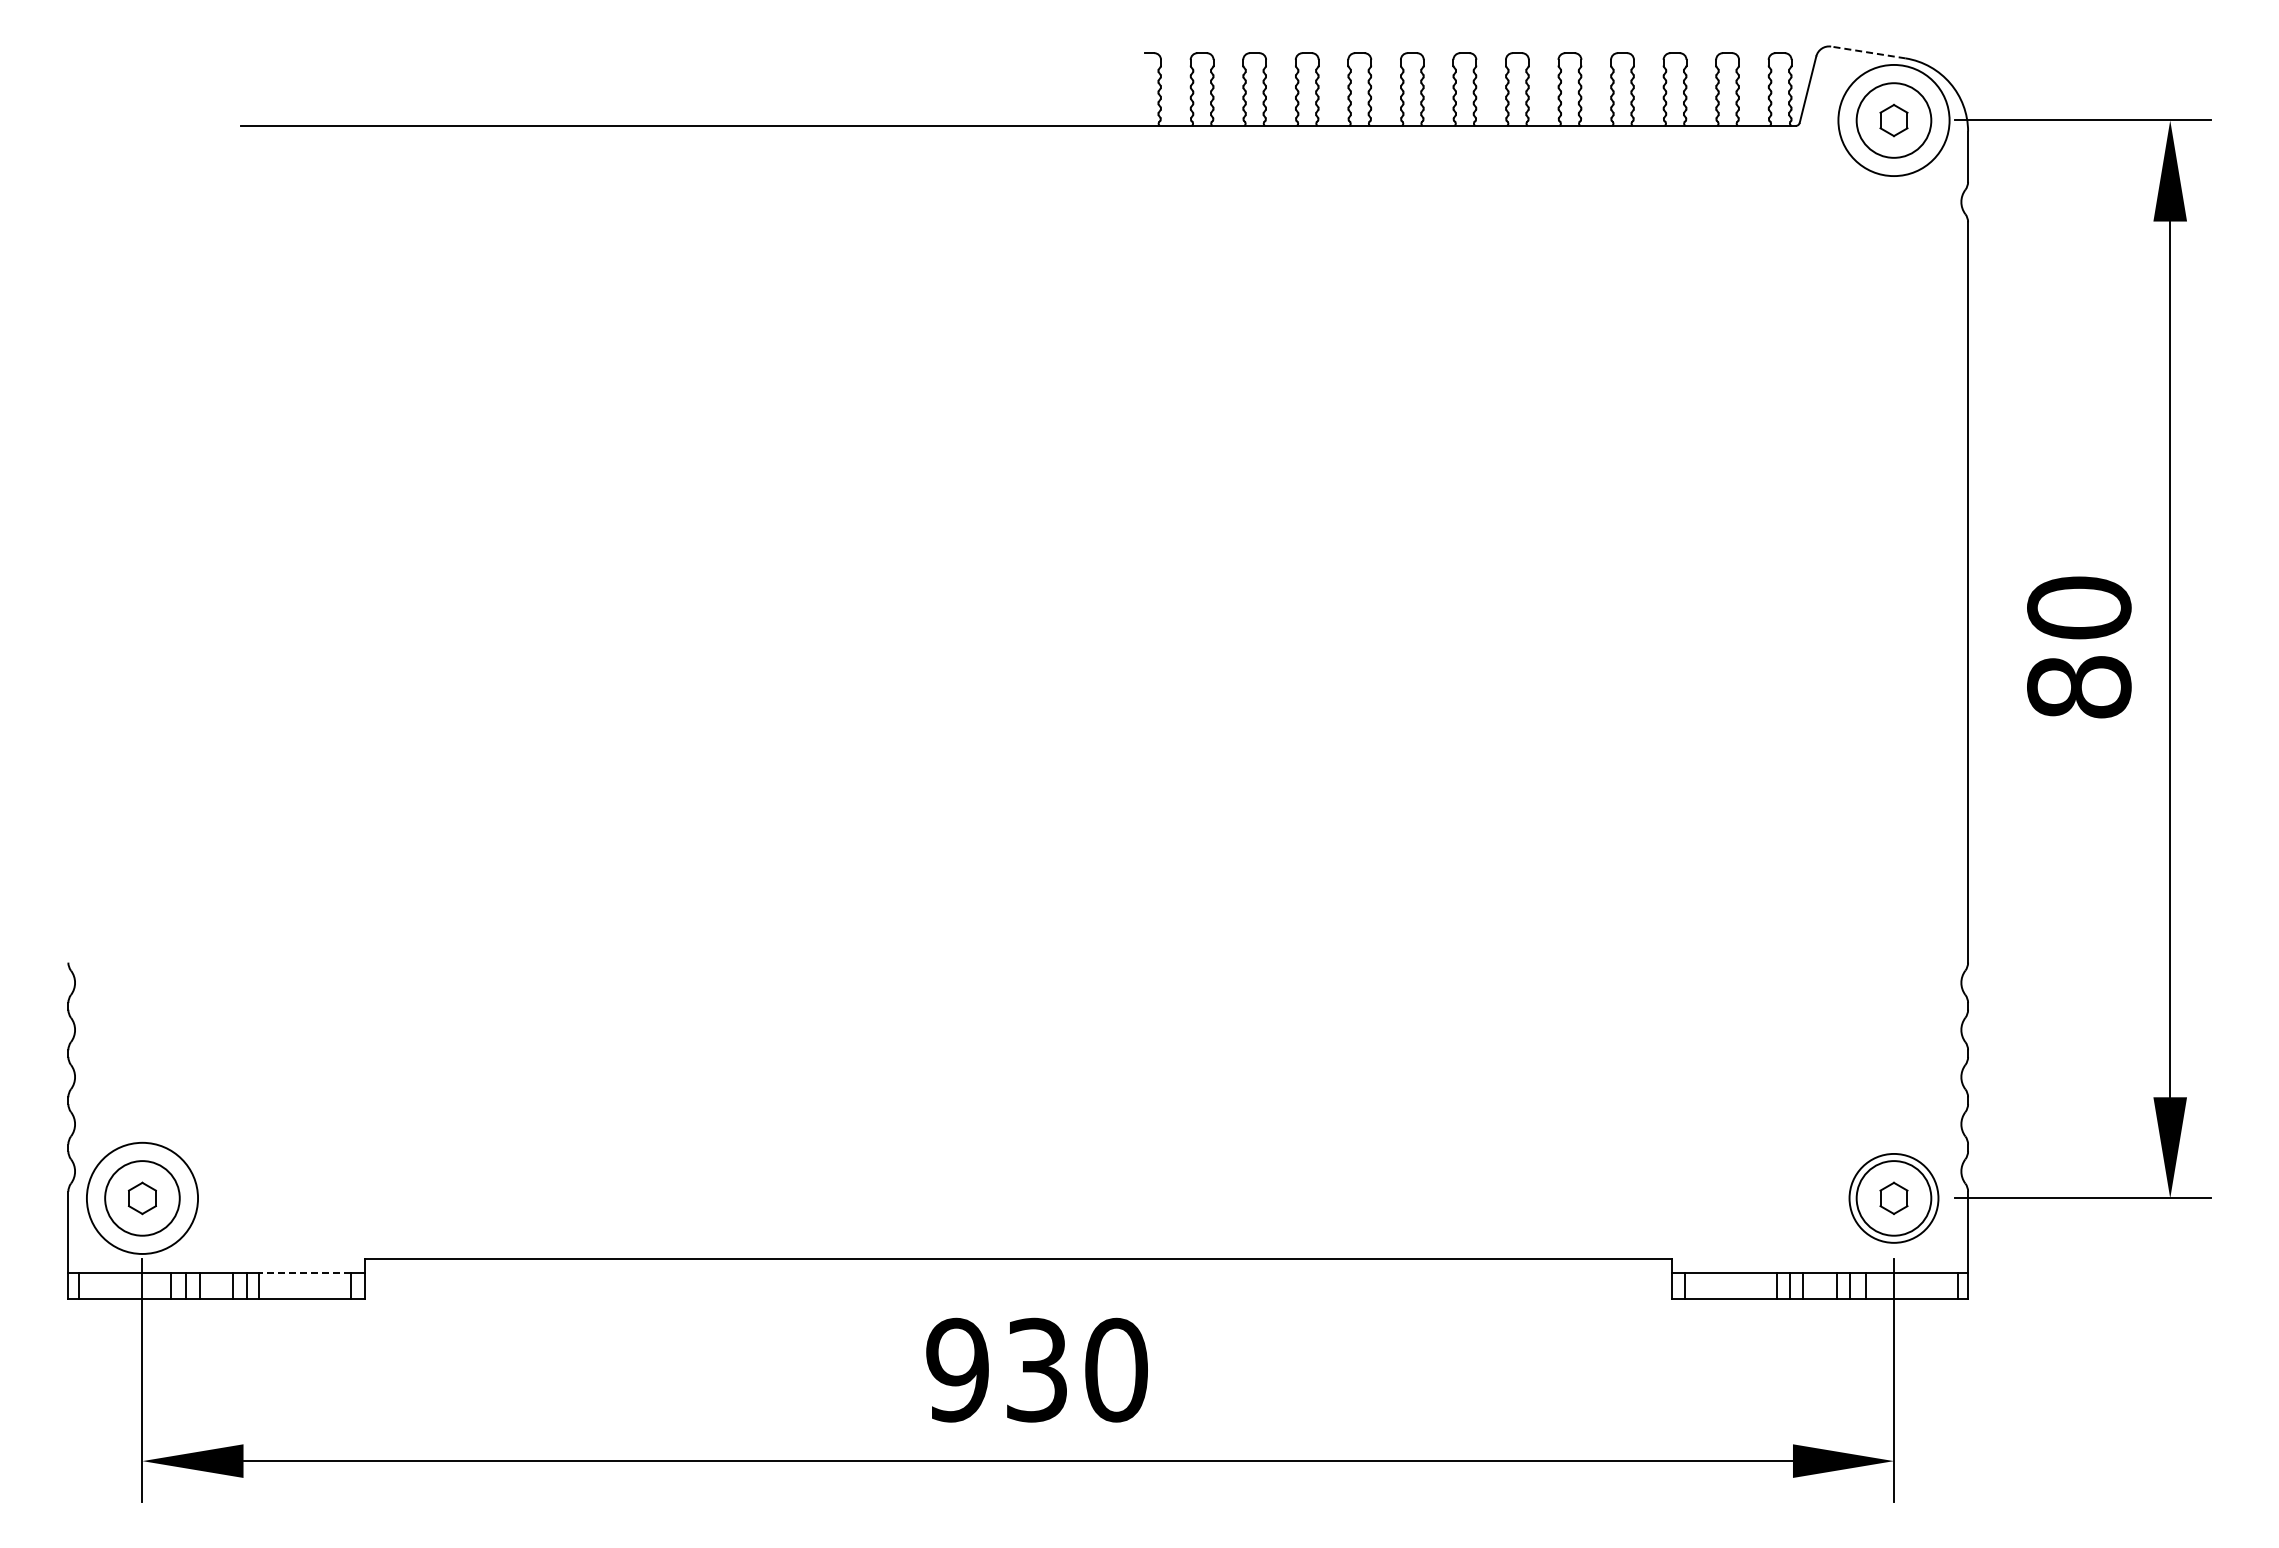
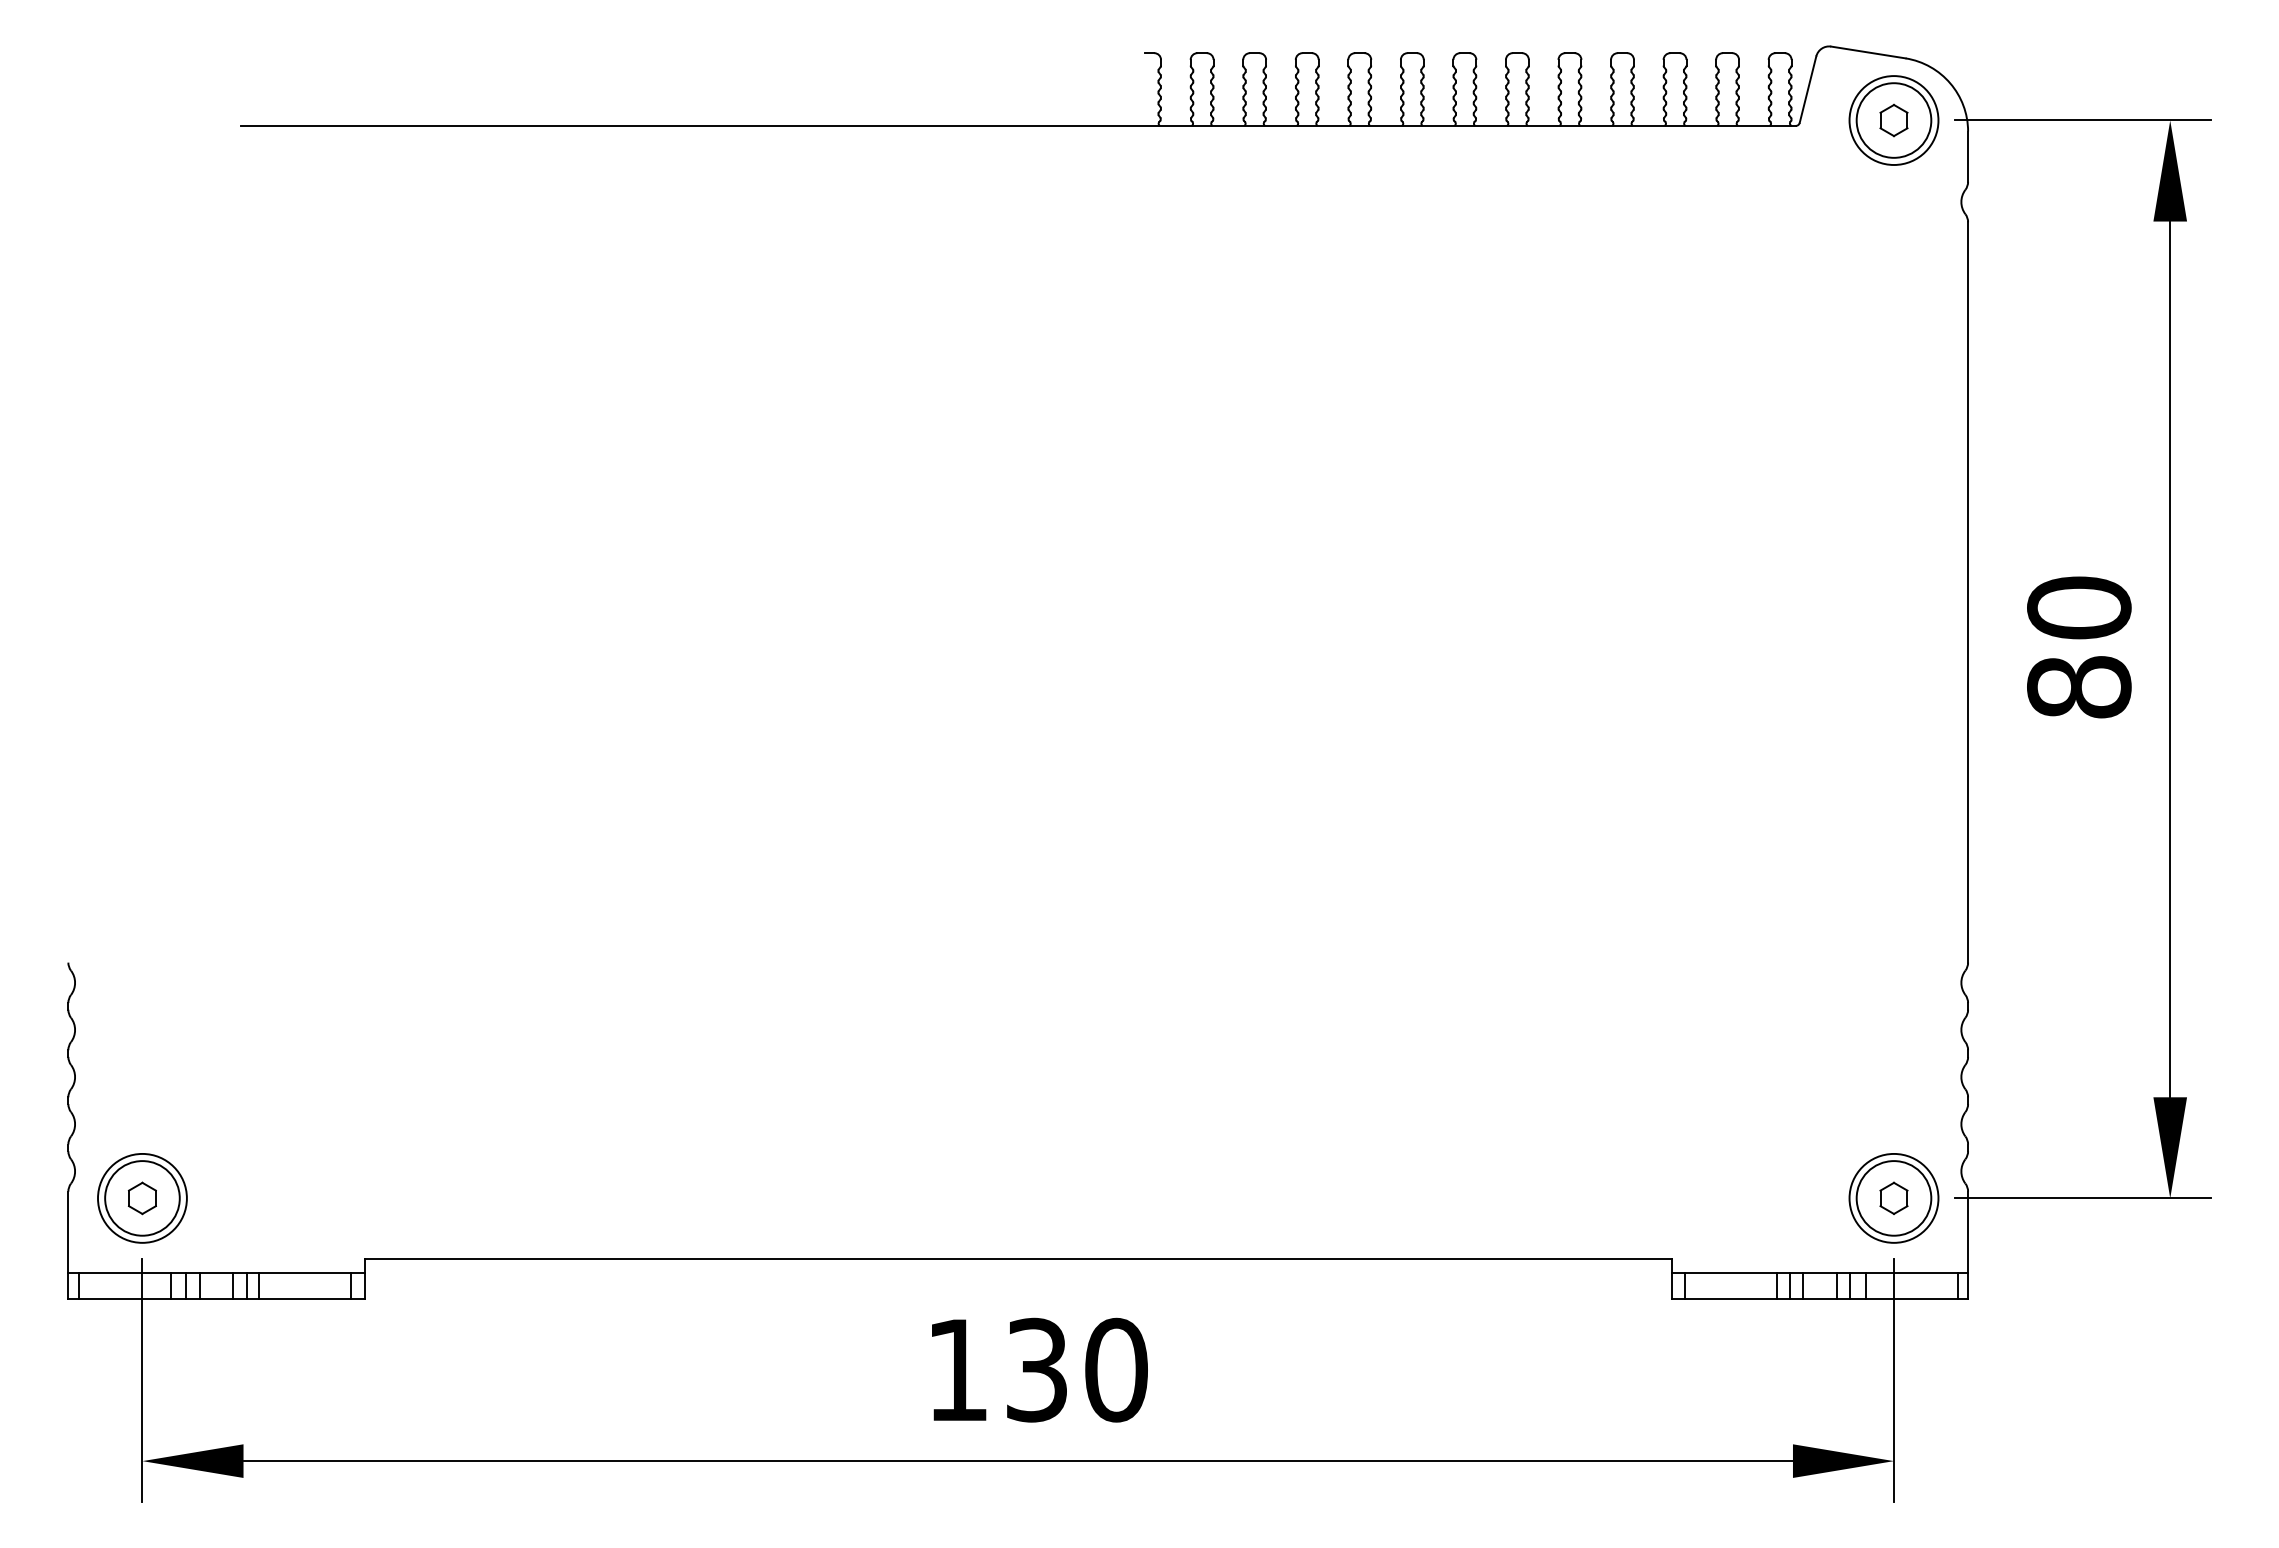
line at (1868, 52): dashed -> solid
circle at (1893, 120) diameter: 111 px -> 89 px
circle at (142, 1197) diameter: 111 px -> 89 px
line at (305, 1272): dashed -> solid
text at (957, 1369): 930 -> 130
